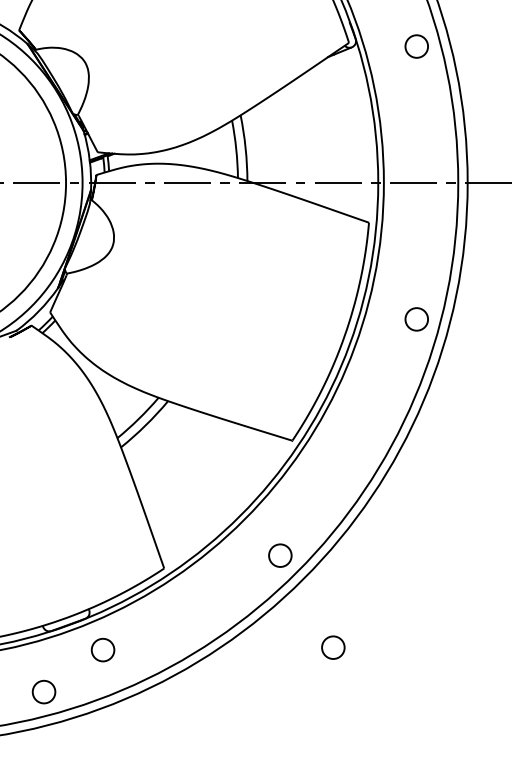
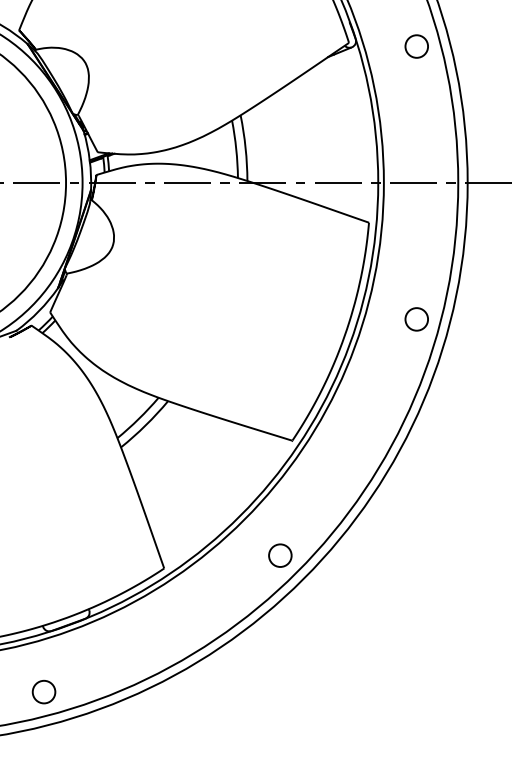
circle at (333, 647): present -> none
circle at (102, 649): present -> none
